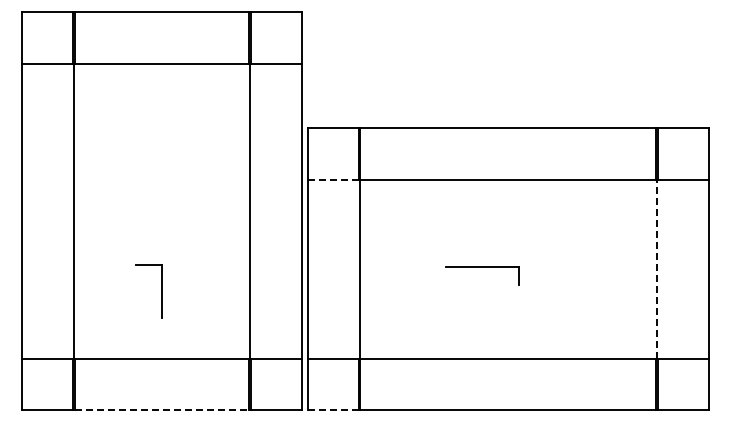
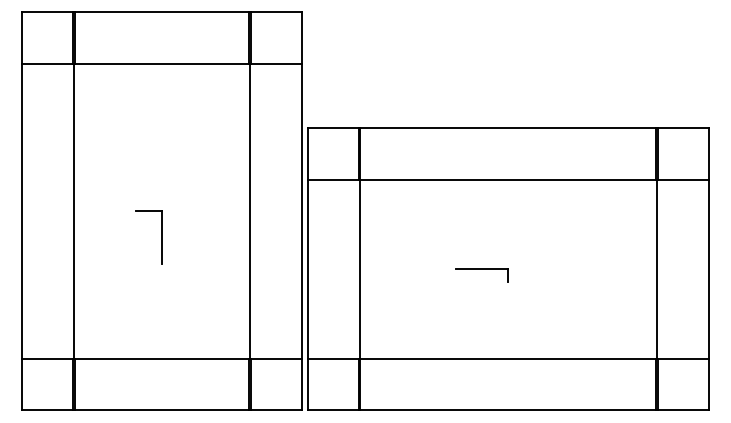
line at (333, 180): dashed -> solid
line at (657, 268): dashed -> solid
part at (482, 275) size: 75x20 px -> 54x15 px
part at (161, 291) position: (161, 291) -> (161, 237)
line at (162, 410): dashed -> solid
line at (333, 410): dashed -> solid
